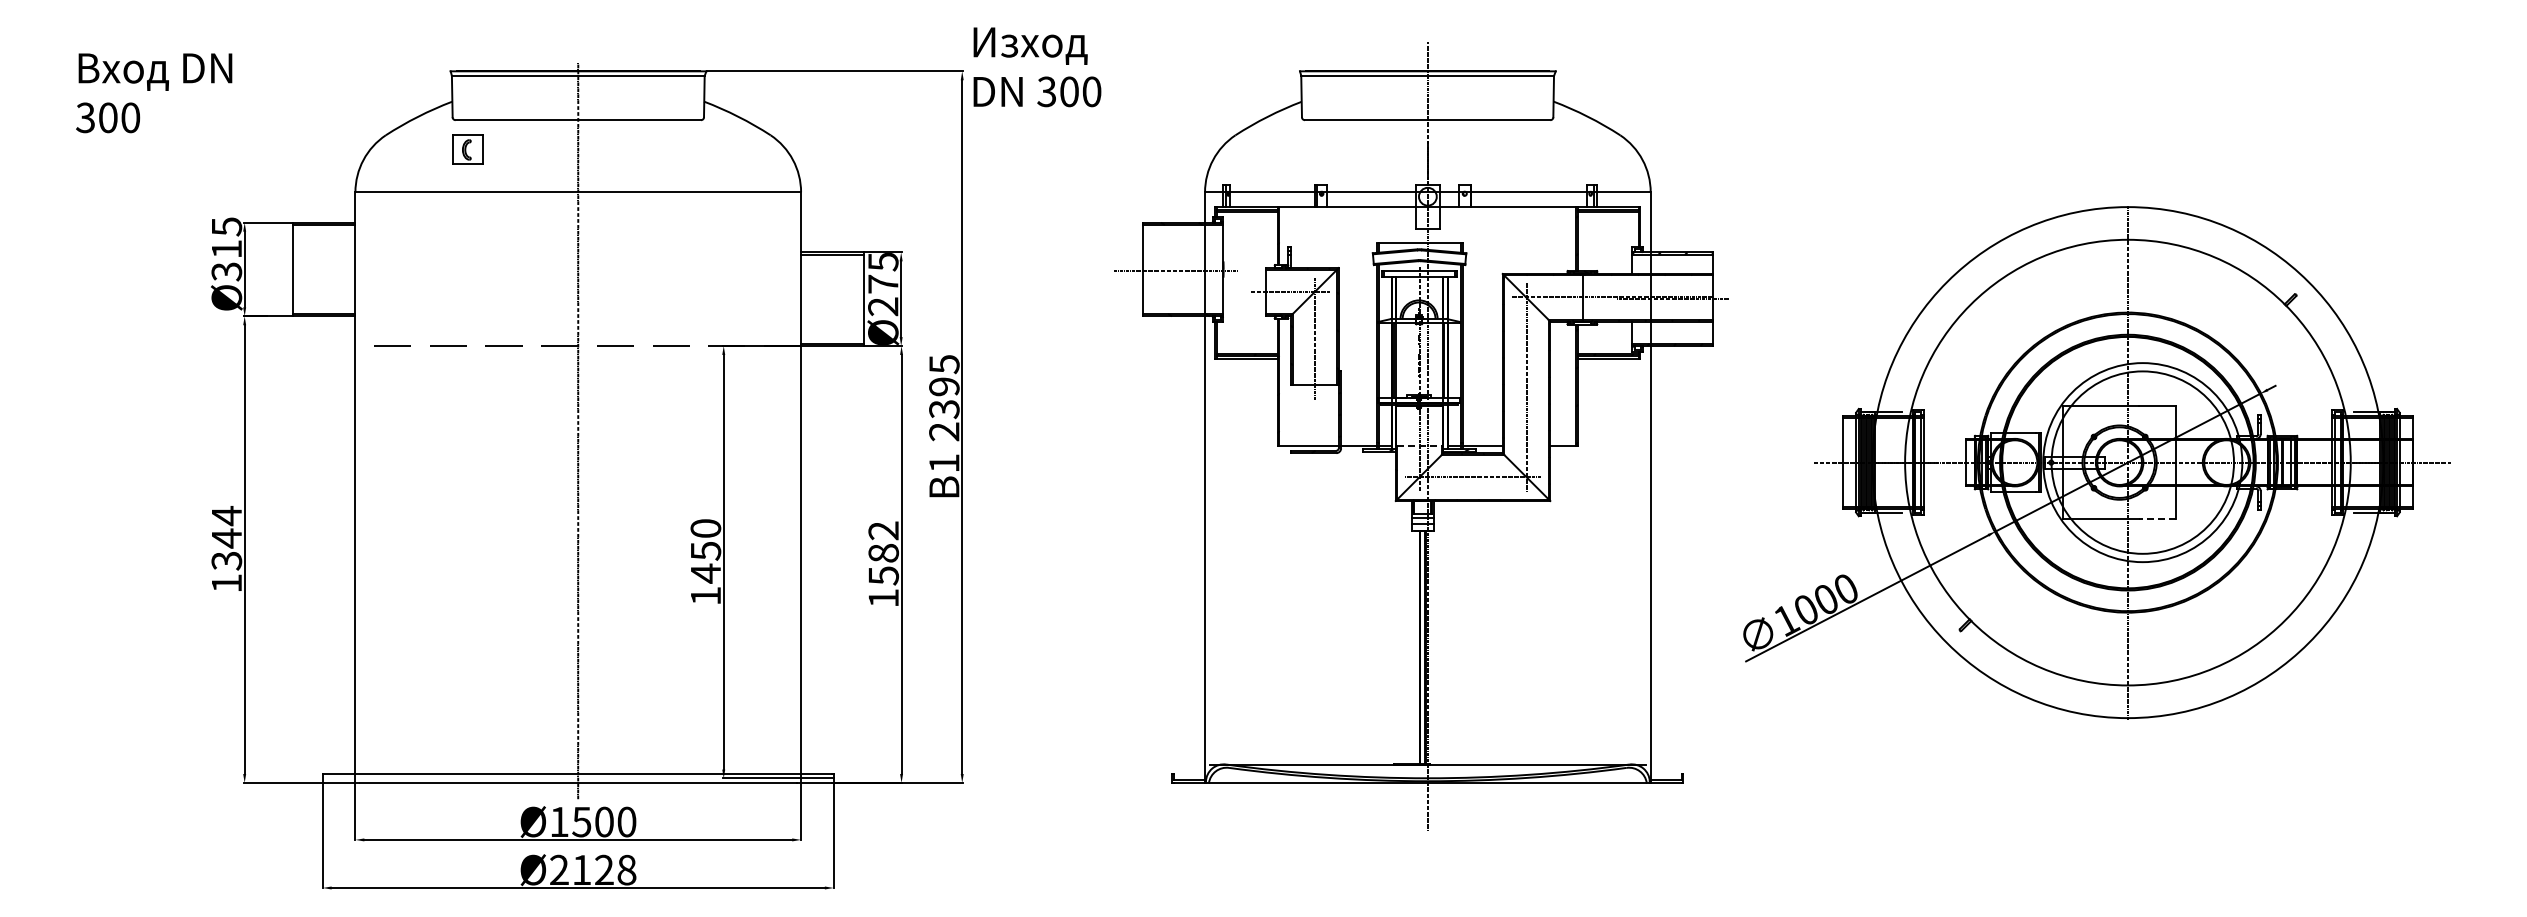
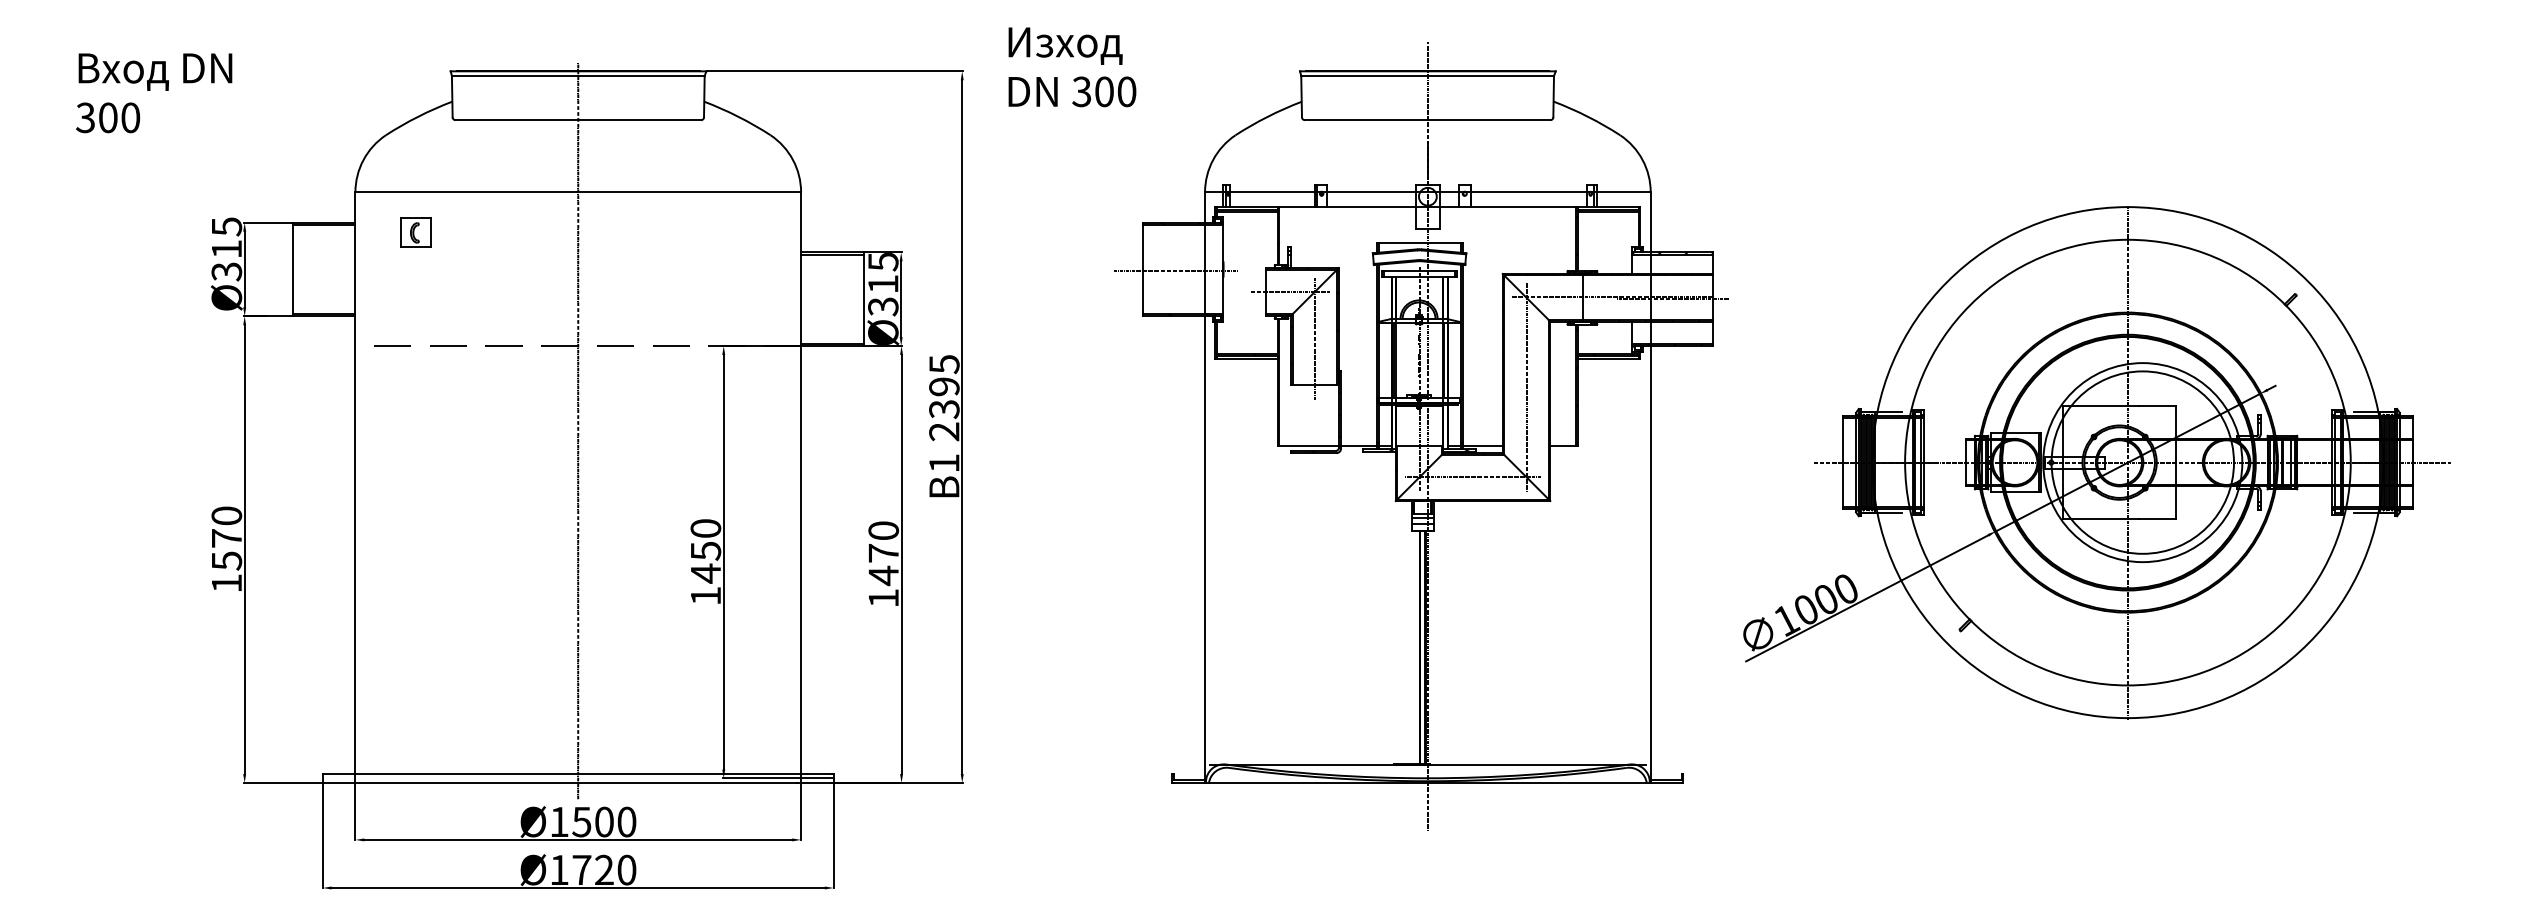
text at (1037, 67) position: (1037, 67) -> (1072, 67)
part at (467, 149) position: (467, 149) -> (415, 232)
text at (883, 295): Ø275 -> Ø315
line at (1420, 446): dashed -> solid
line at (2157, 519): dashed -> solid
text at (226, 538): 1344 -> 1570
text at (883, 553): 1582 -> 1470
text at (593, 869): Ø2128 -> Ø1720
